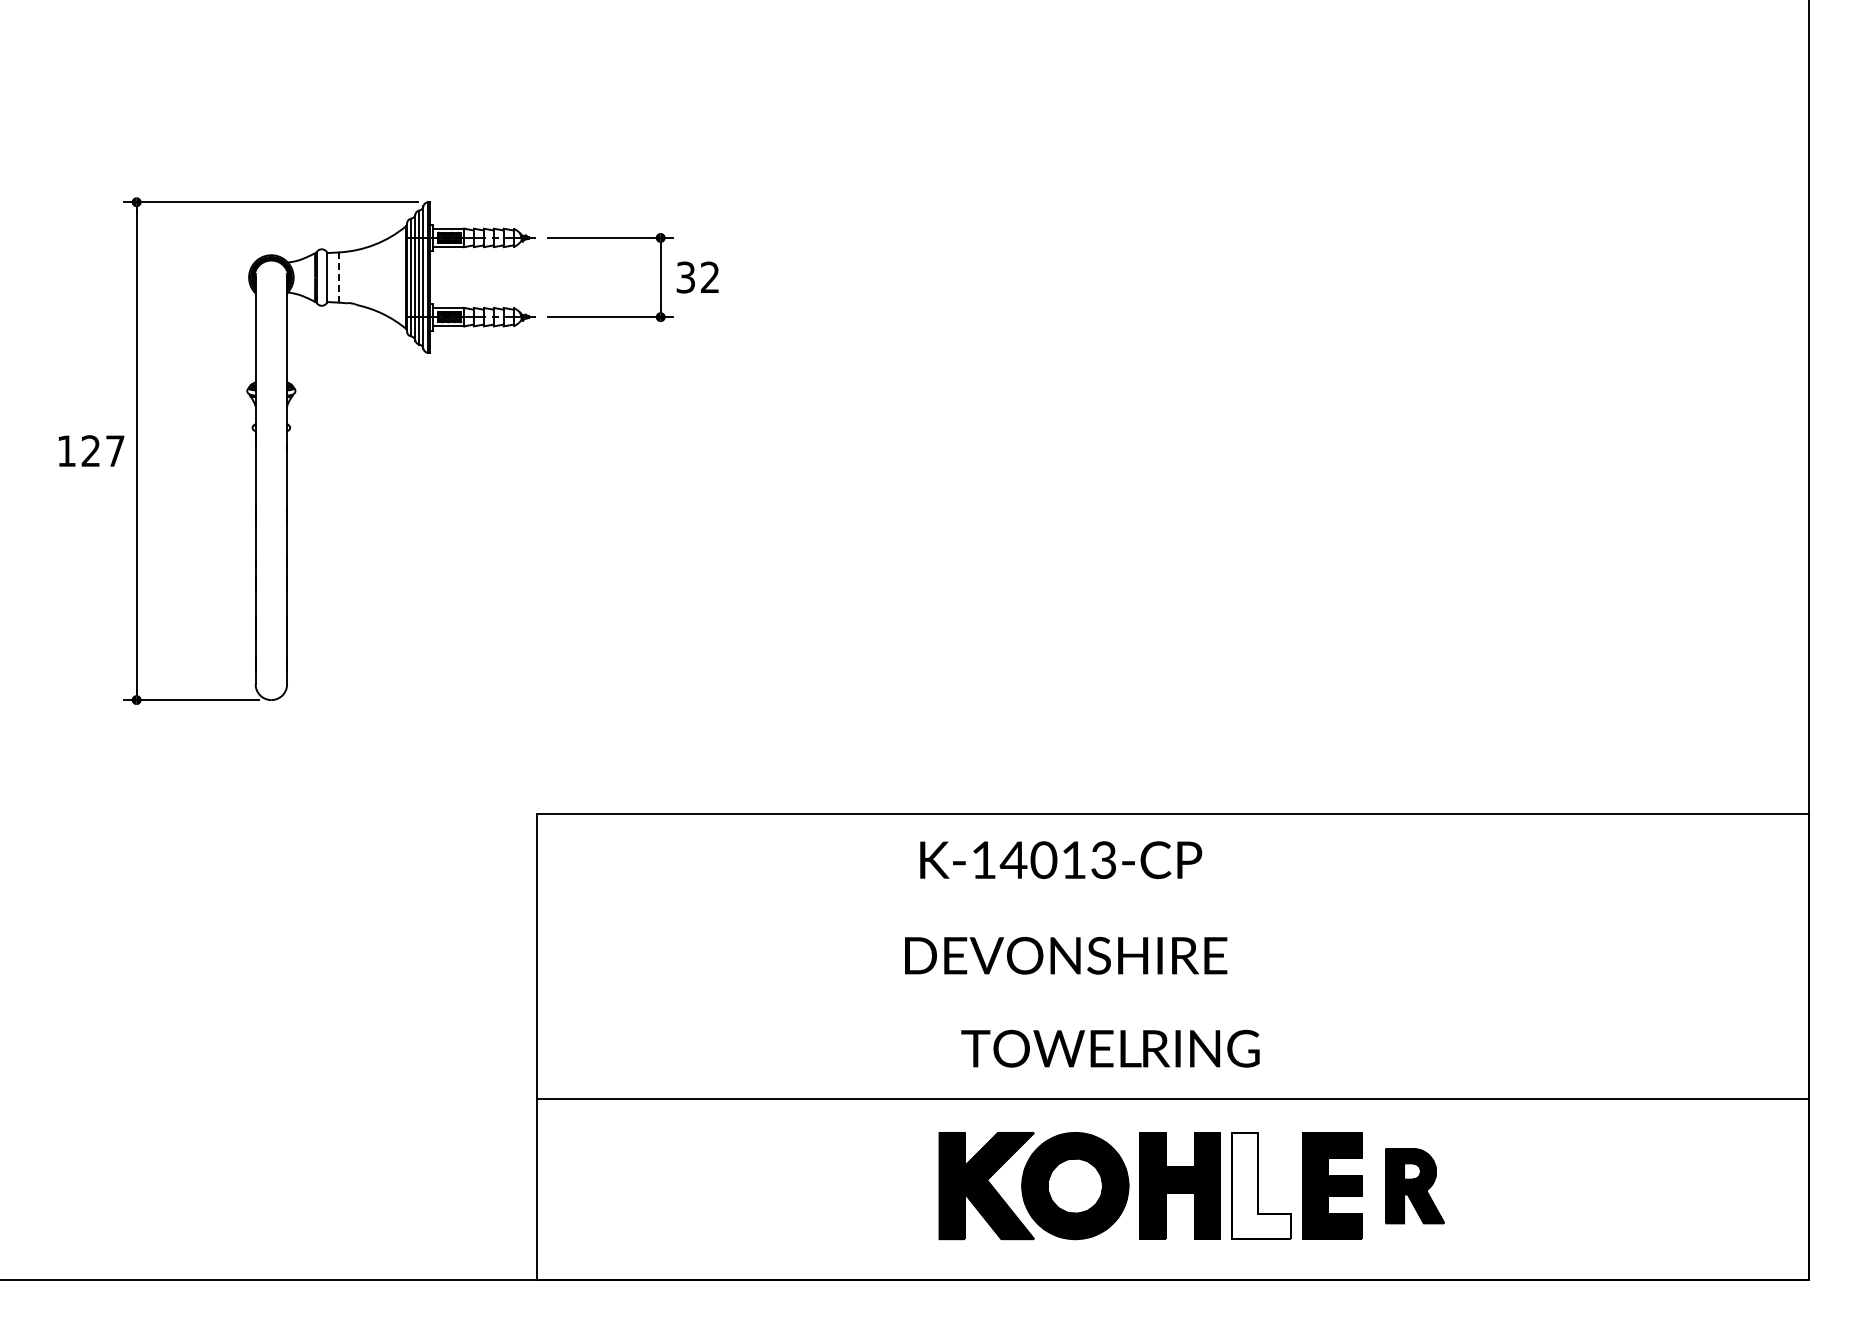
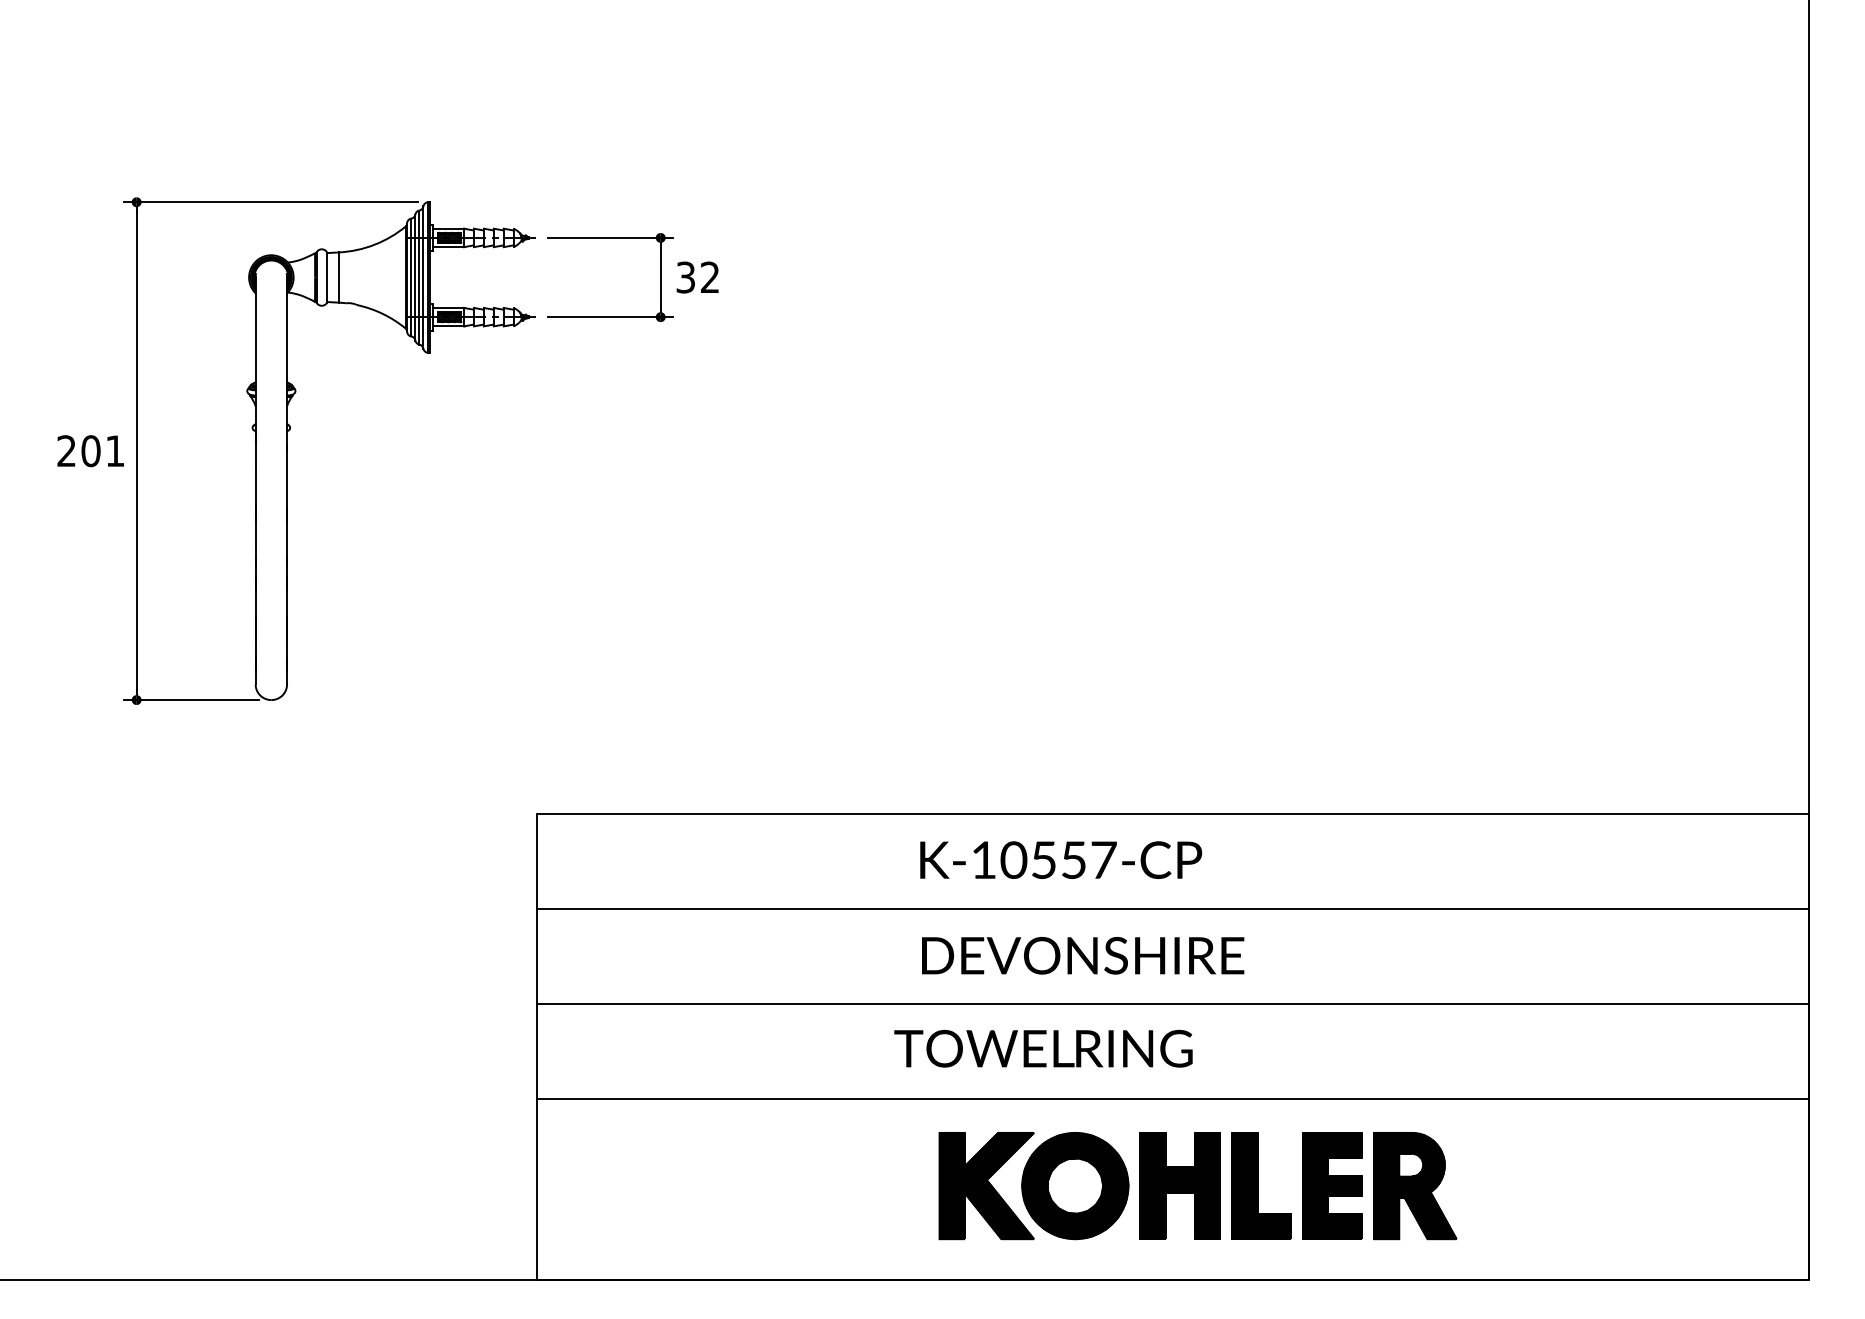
line at (339, 278): dashed -> solid
text at (90, 451): 127 -> 201
text at (1057, 860): K-14013-CP -> K-10557-CP
line at (1173, 908): none -> present
text at (1066, 955) position: (1066, 955) -> (1083, 955)
line at (1173, 1003): none -> present
text at (1110, 1048) position: (1110, 1048) -> (1043, 1048)
fill at (1261, 1185): none -> present
part at (1414, 1186) size: 60x77 px -> 85x109 px
